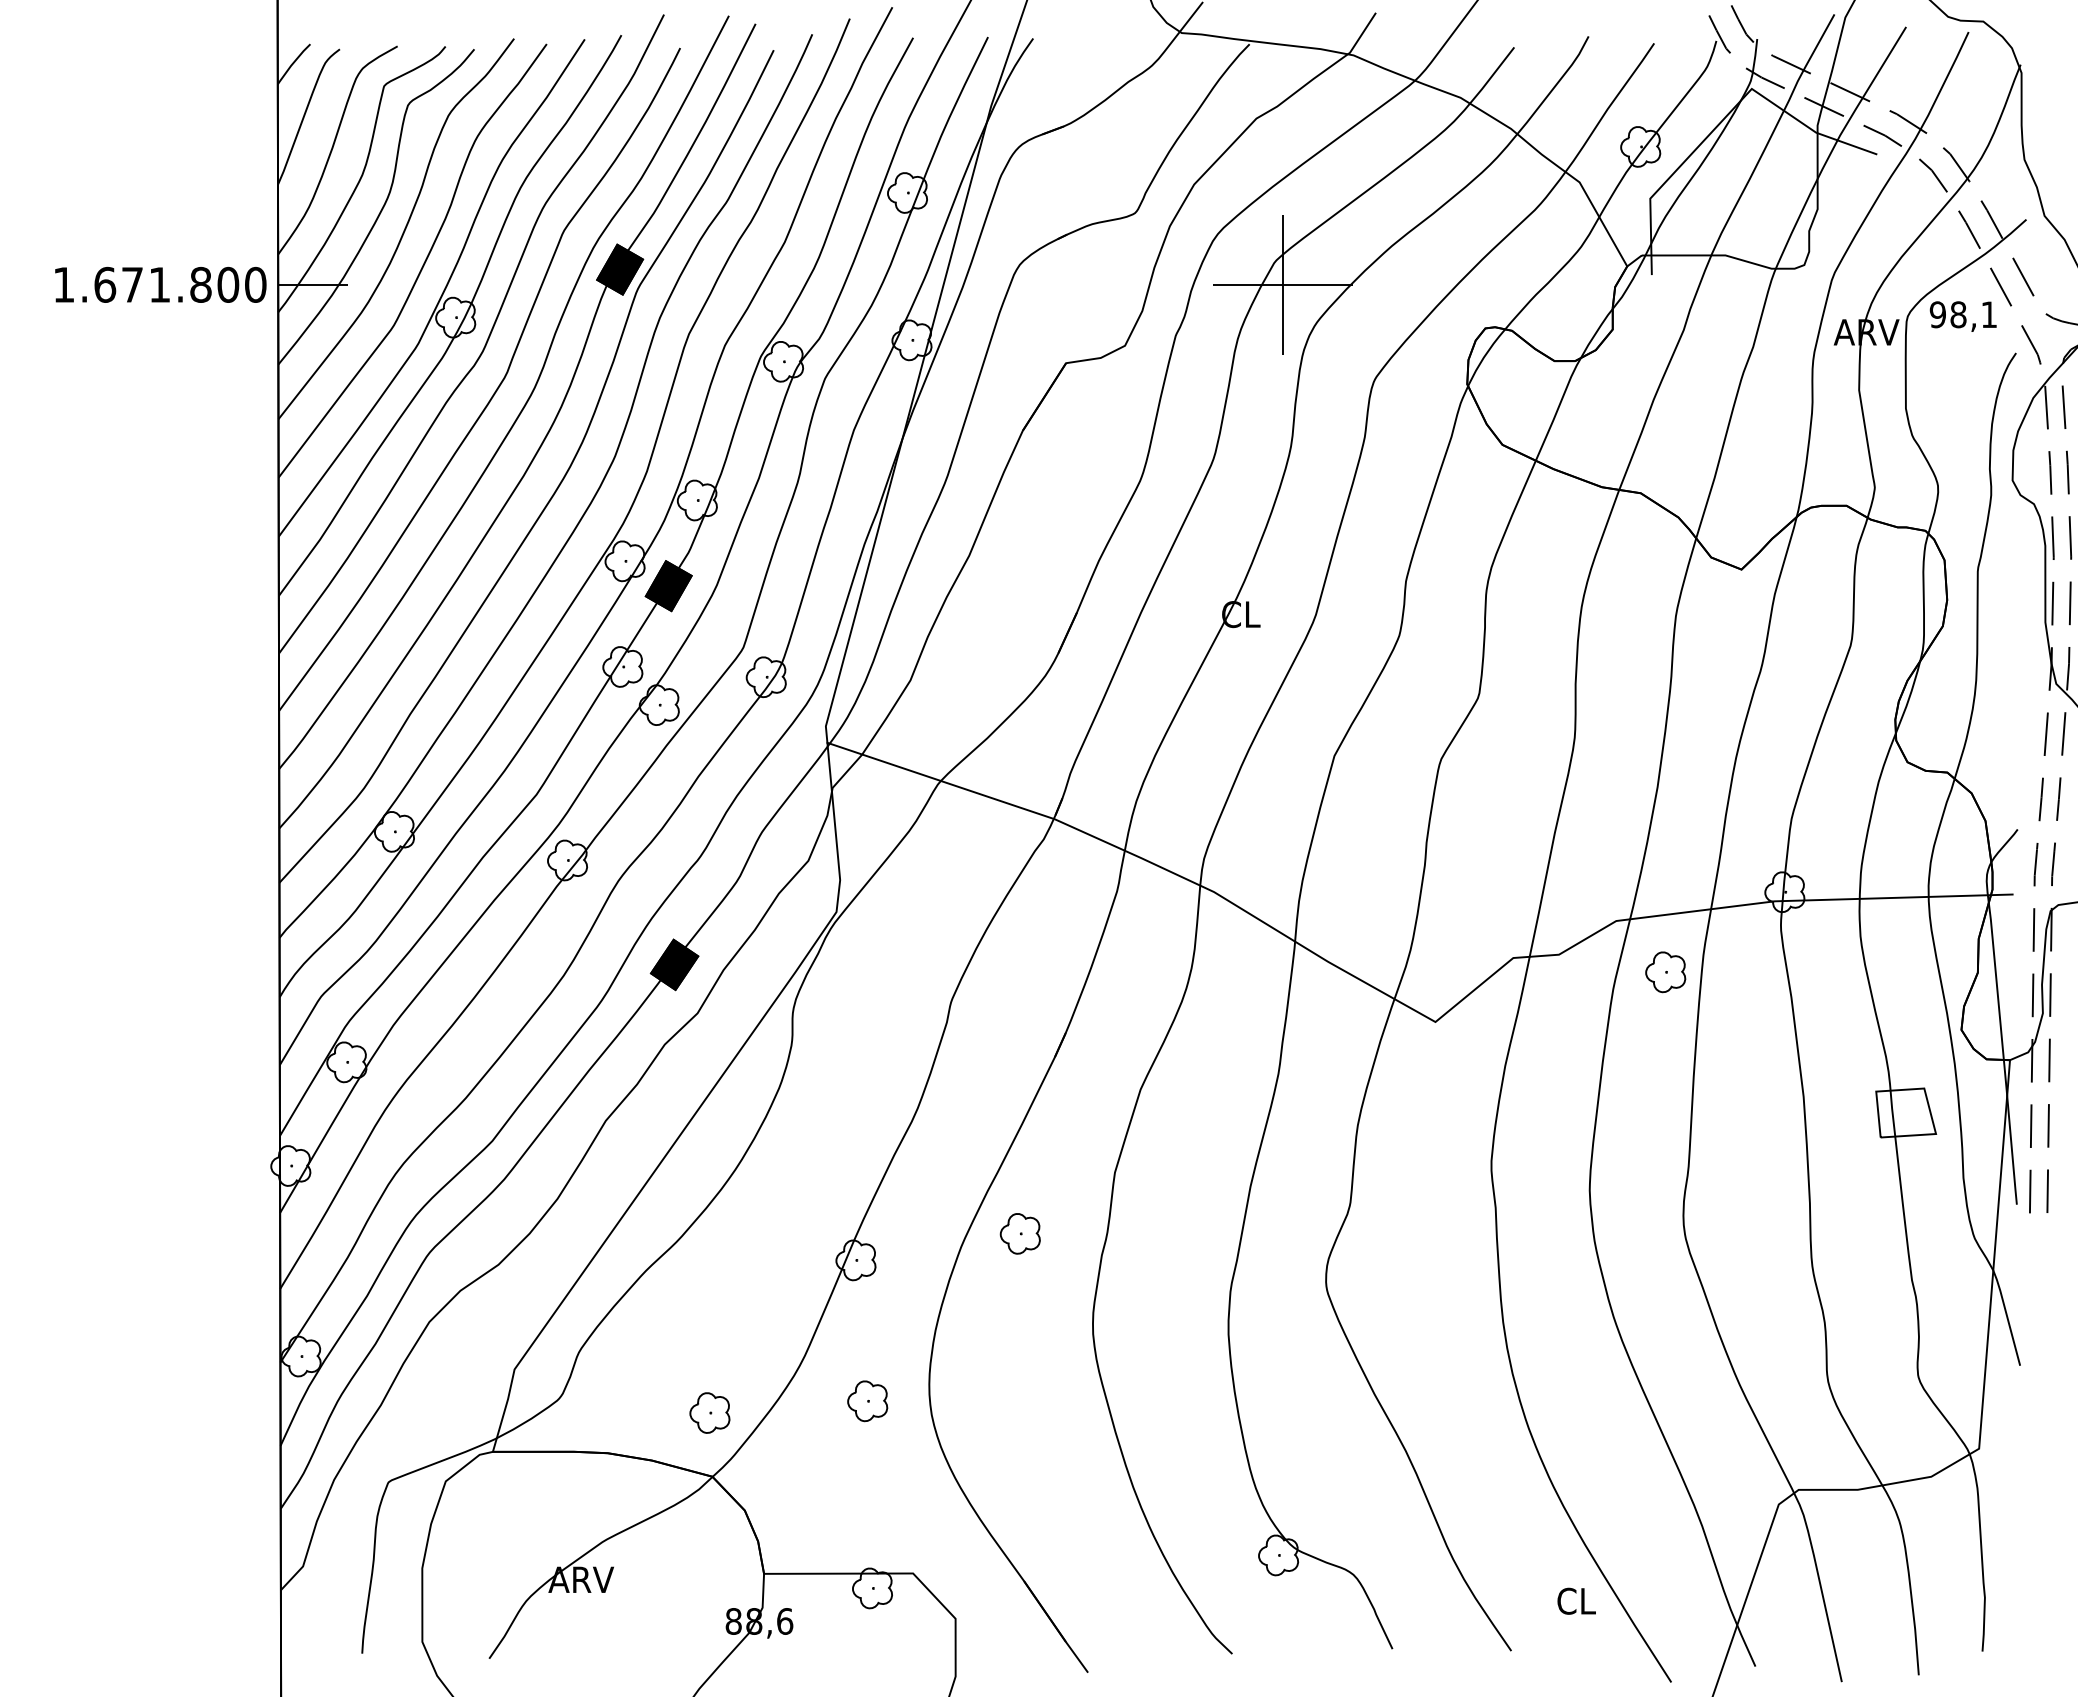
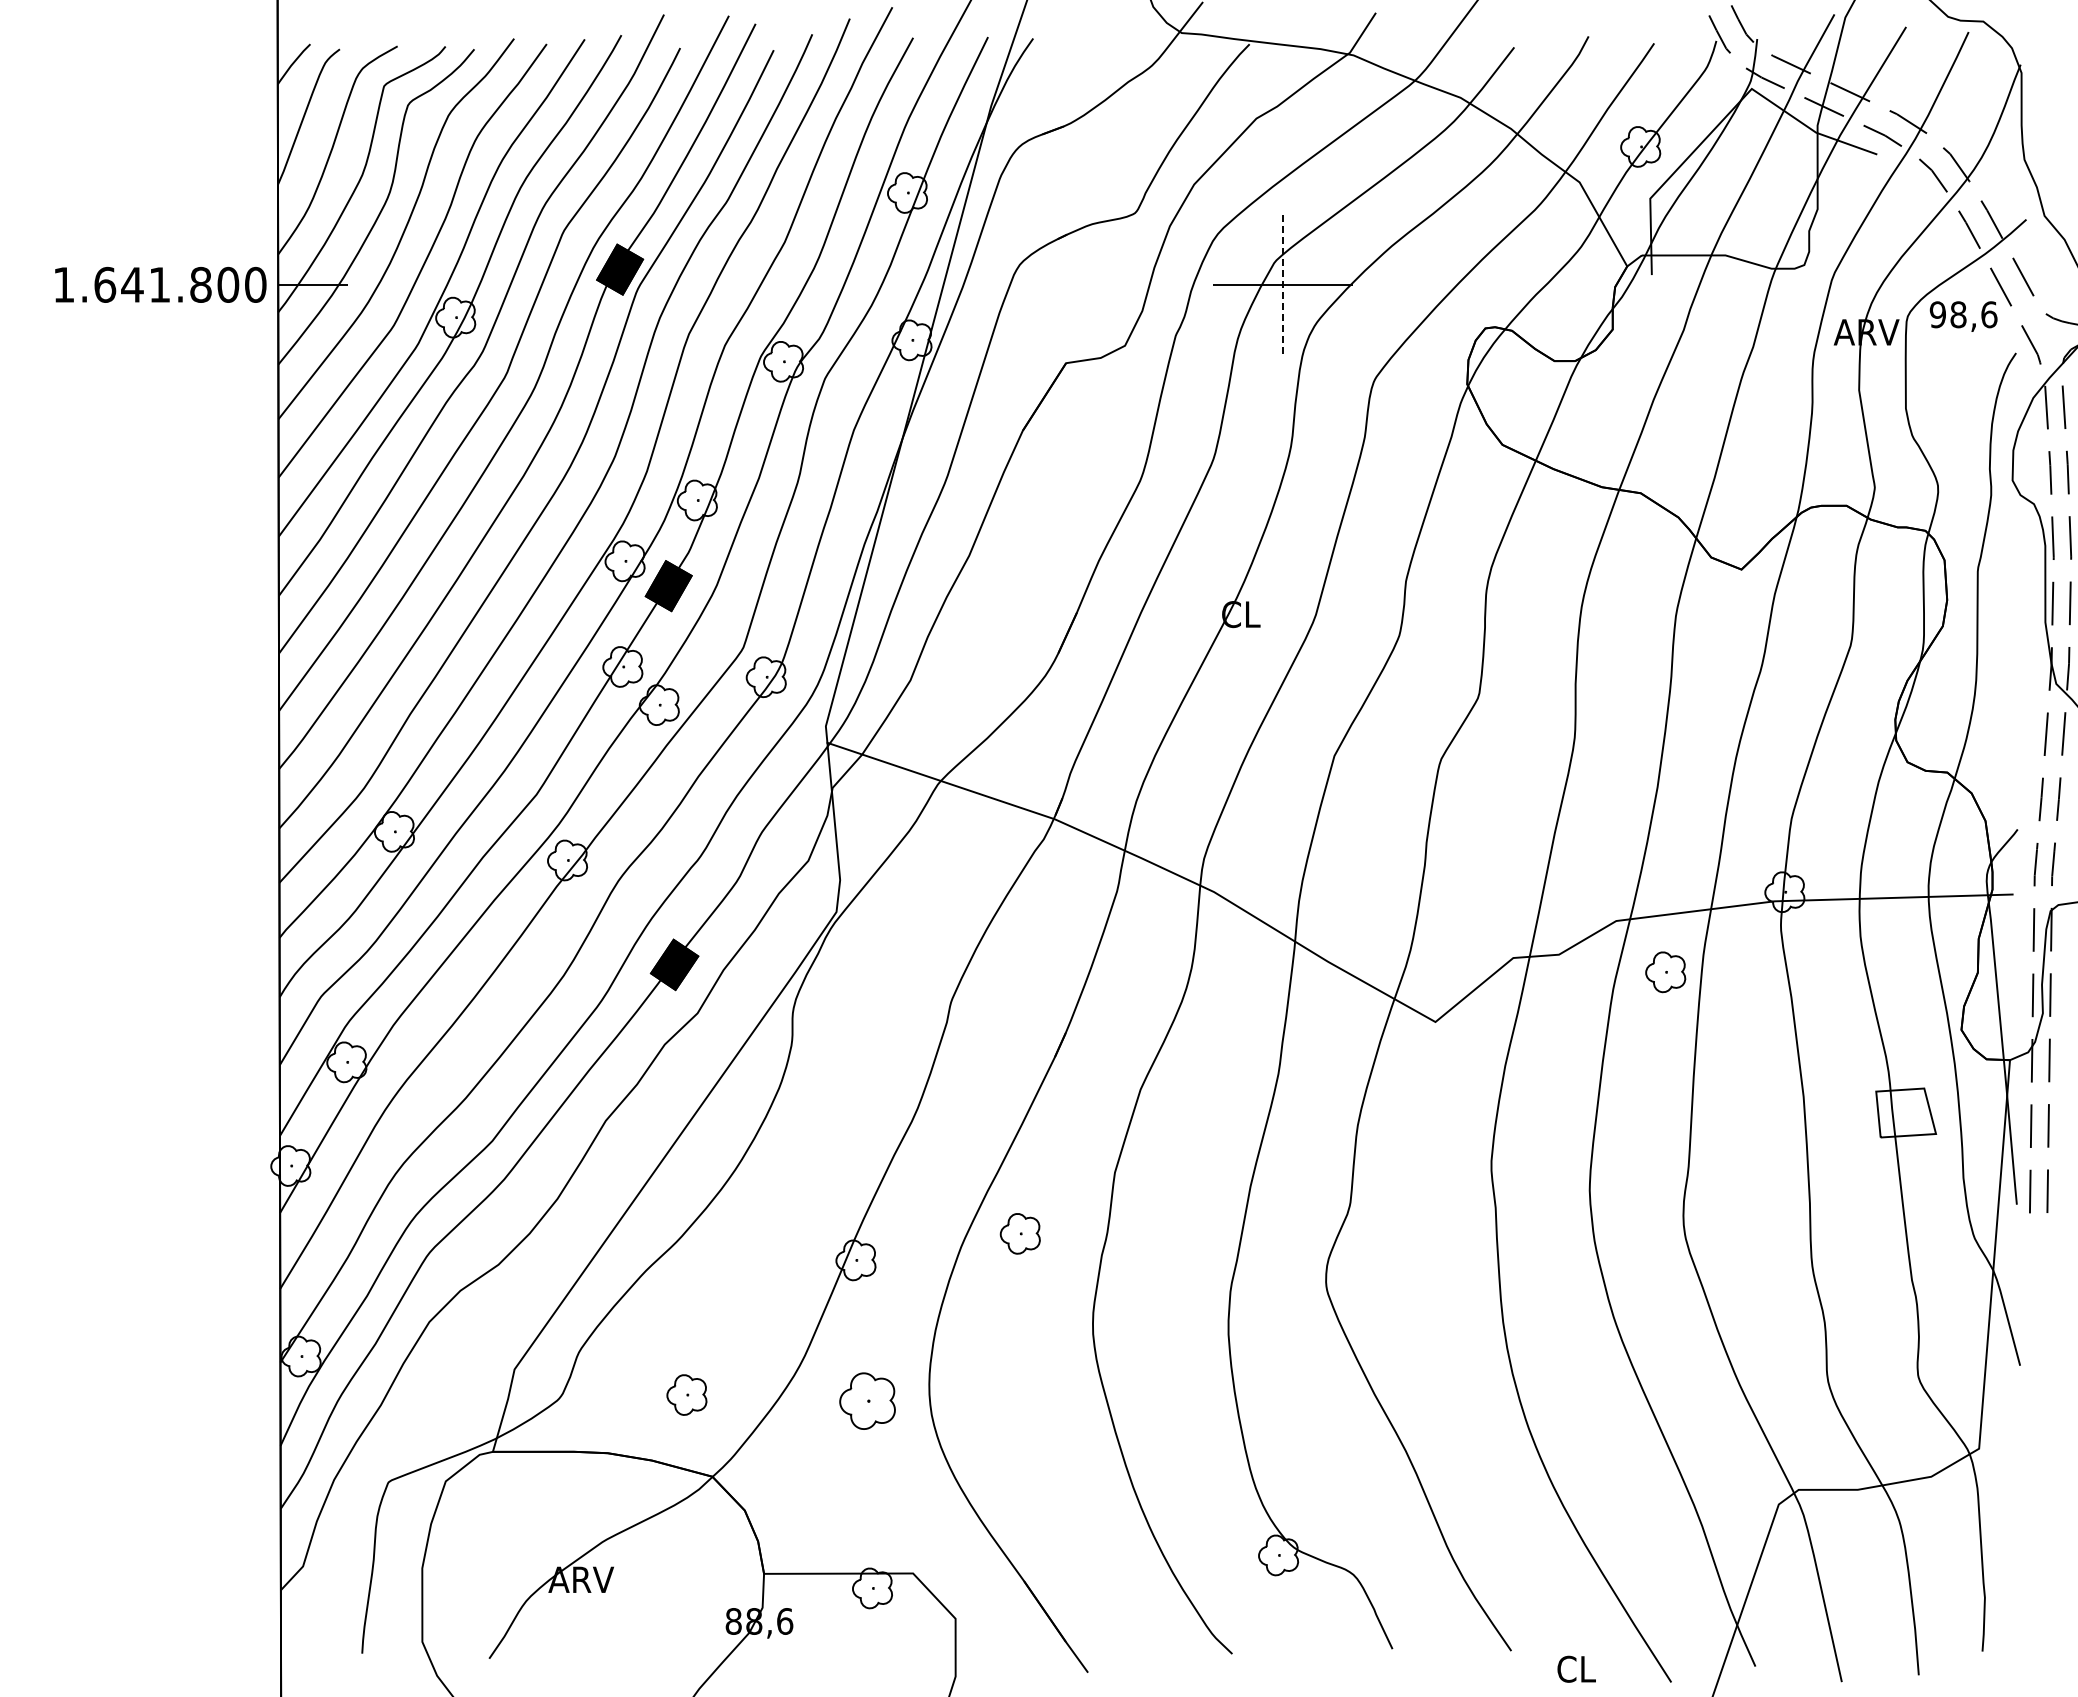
text at (132, 284): 1.671.800 -> 1.641.800
line at (1282, 284): solid -> dashed
text at (1989, 314): 98,1 -> 98,6
part at (867, 1401) size: 42x43 px -> 57x58 px
part at (709, 1412) position: (709, 1412) -> (686, 1394)
text at (1576, 1600) position: (1576, 1600) -> (1576, 1668)
